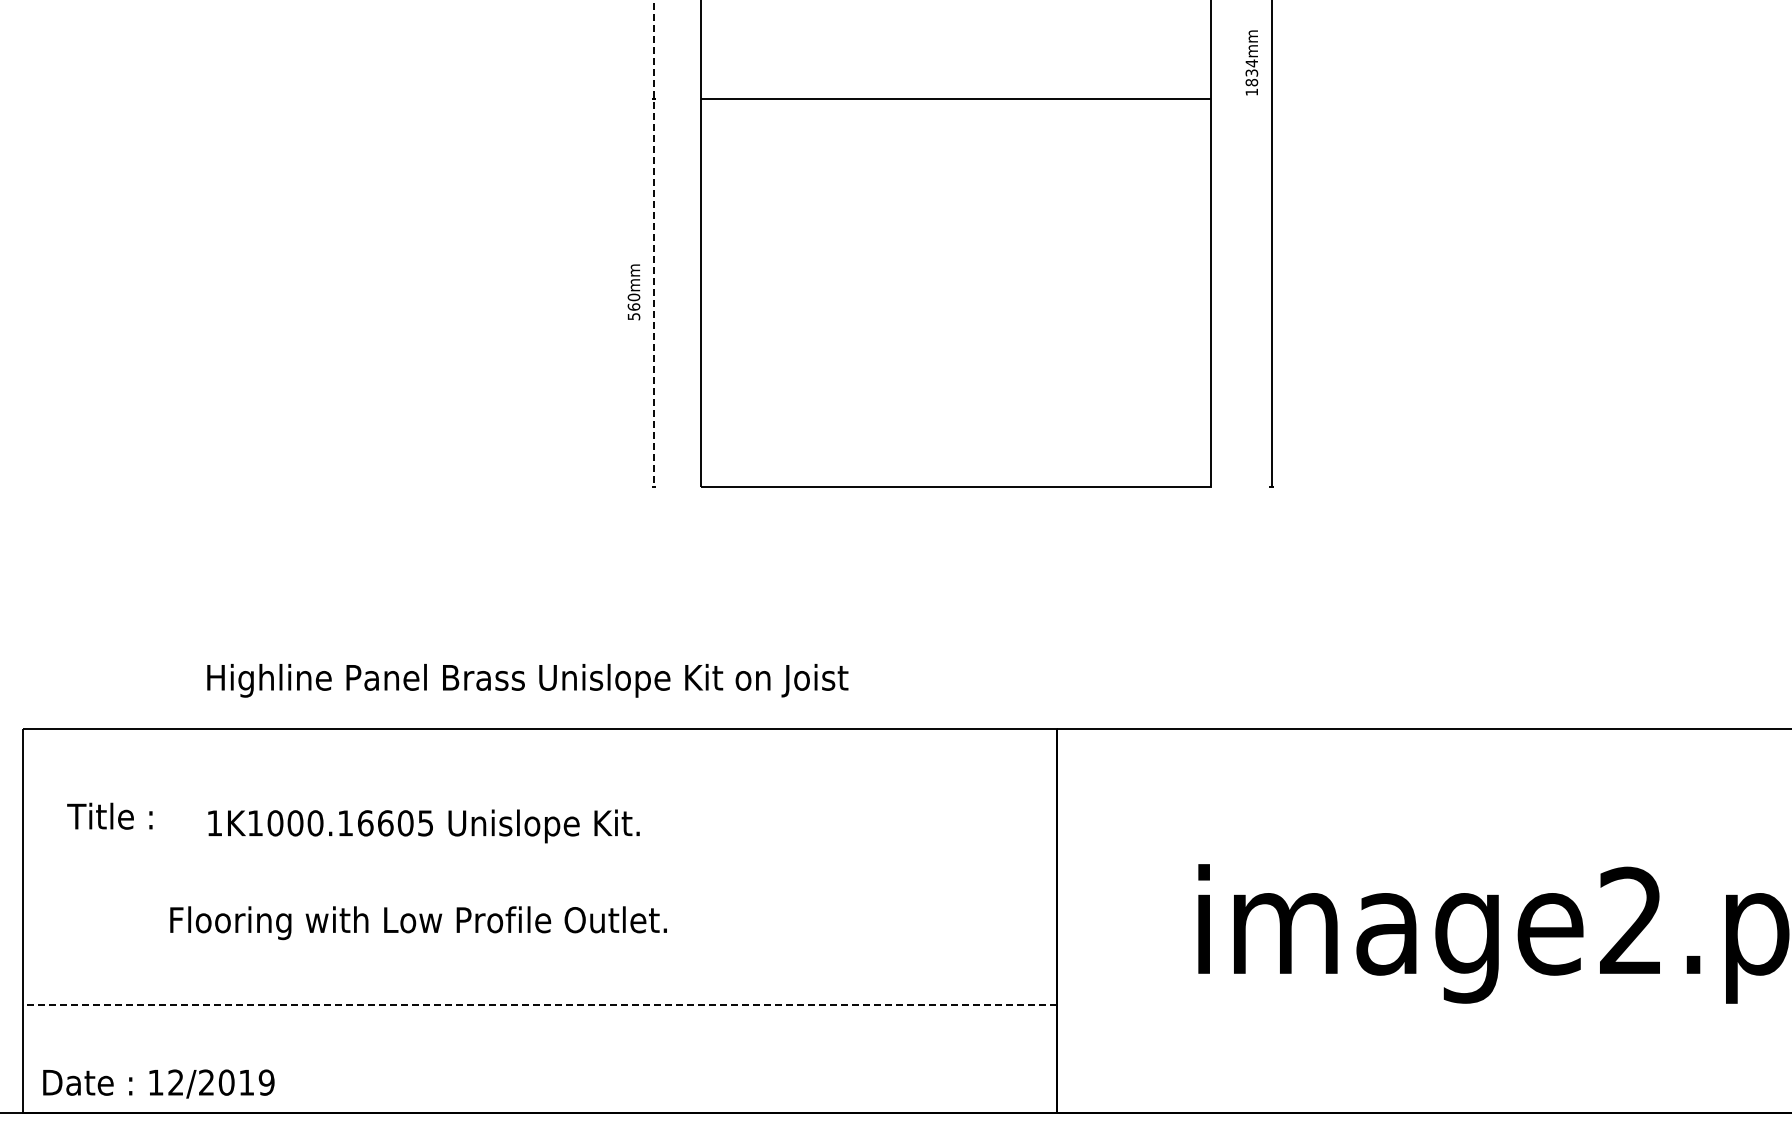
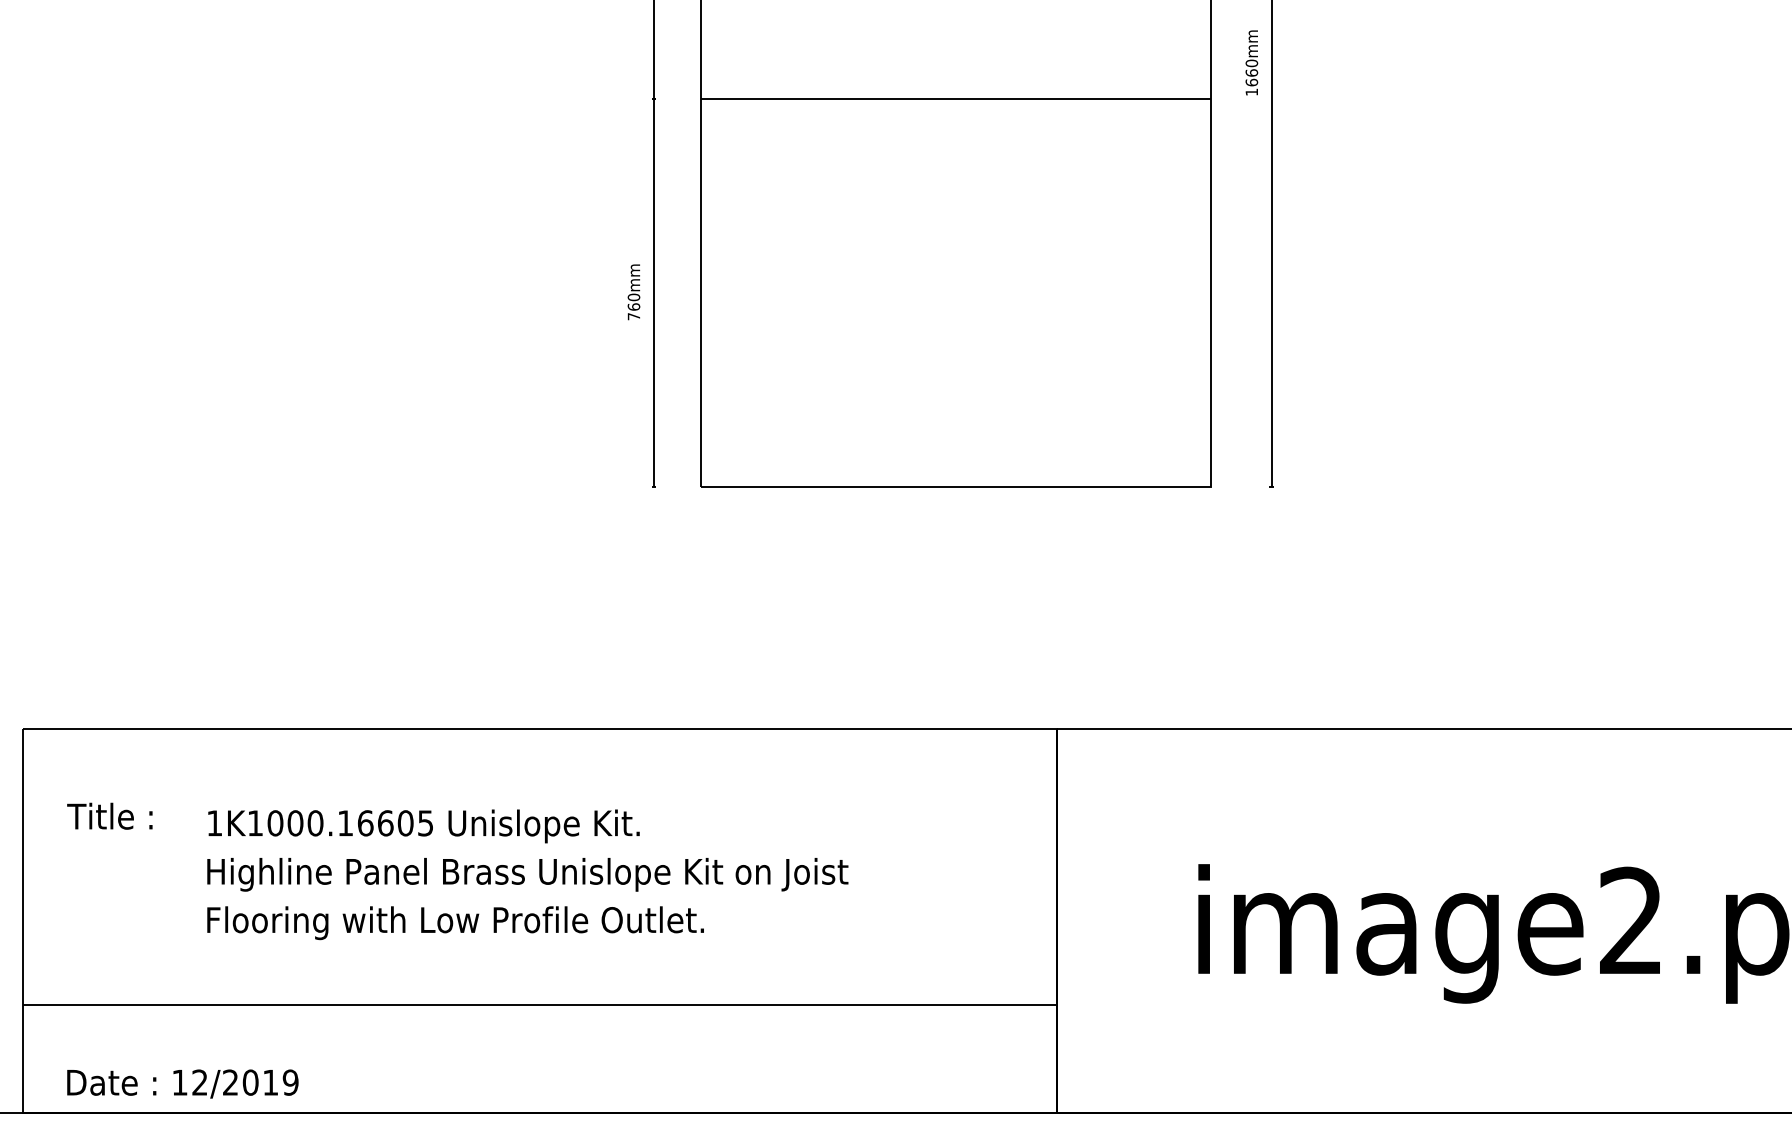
text at (1251, 72): 1834mm -> 1660mm
line at (653, 243): dashed -> solid
text at (633, 316): 560mm -> 760mm
text at (527, 680) position: (527, 680) -> (527, 874)
text at (418, 923) position: (418, 923) -> (455, 923)
line at (540, 1005): dashed -> solid
text at (158, 1083) position: (158, 1083) -> (182, 1083)
